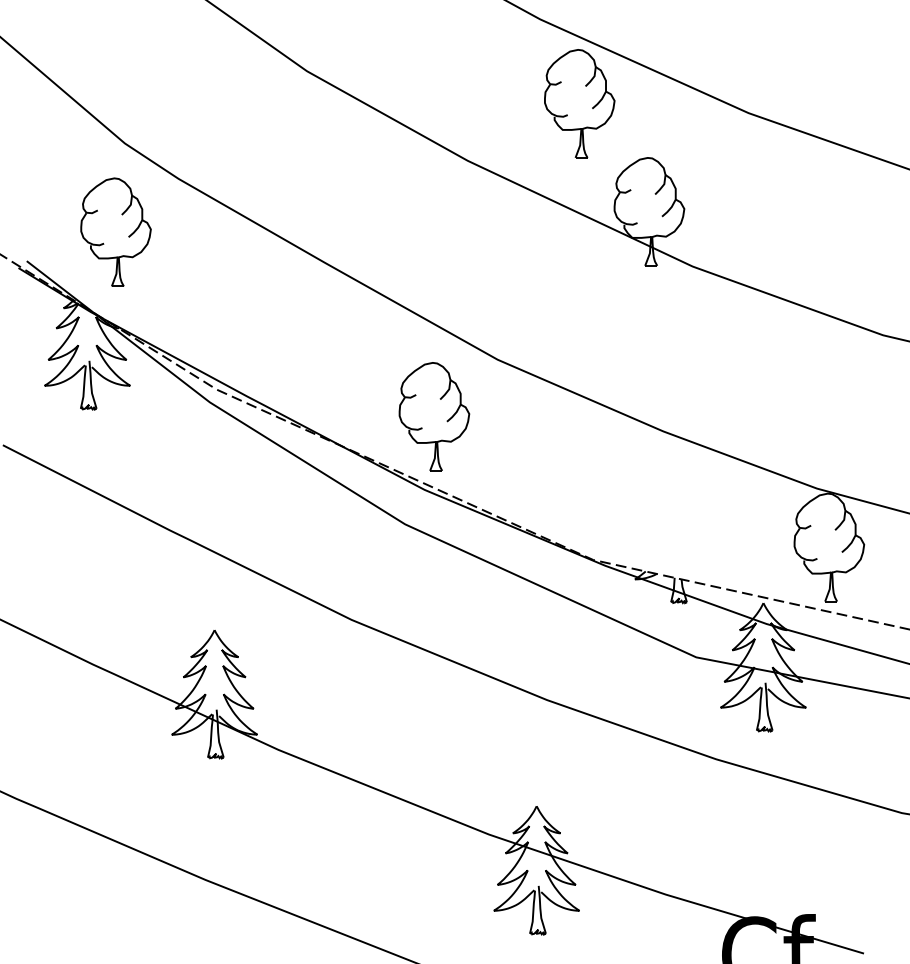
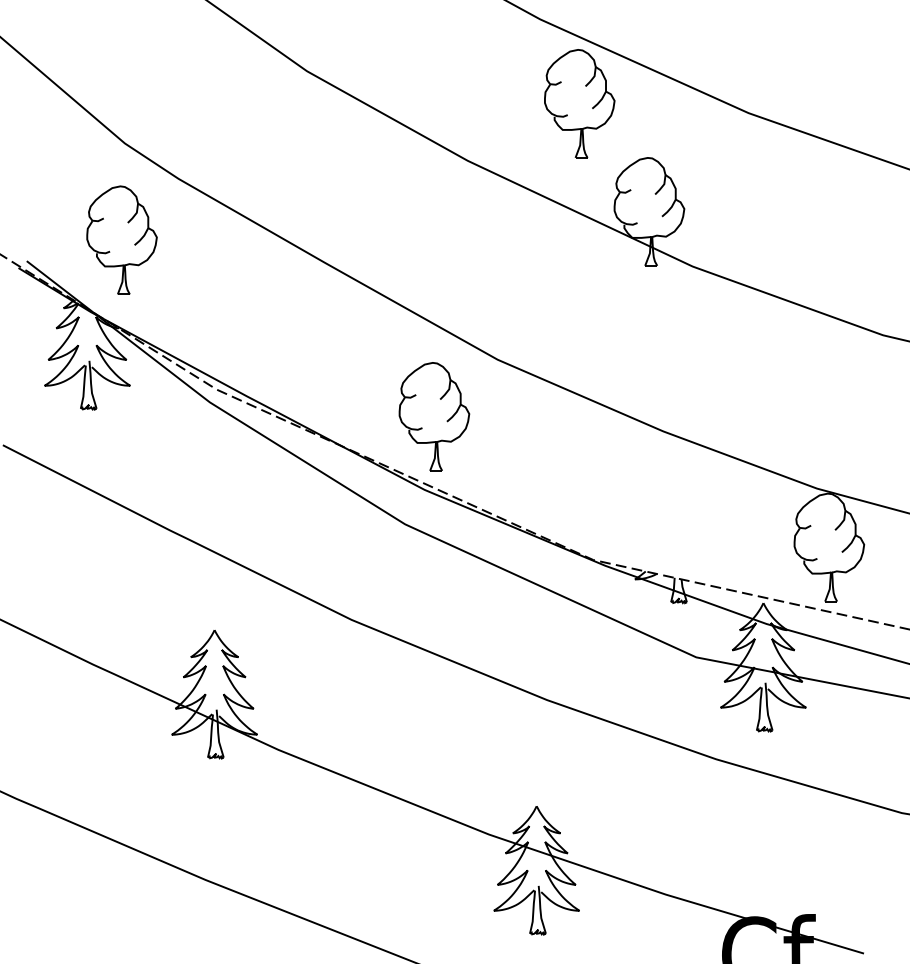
part at (115, 231) position: (115, 231) -> (121, 239)
